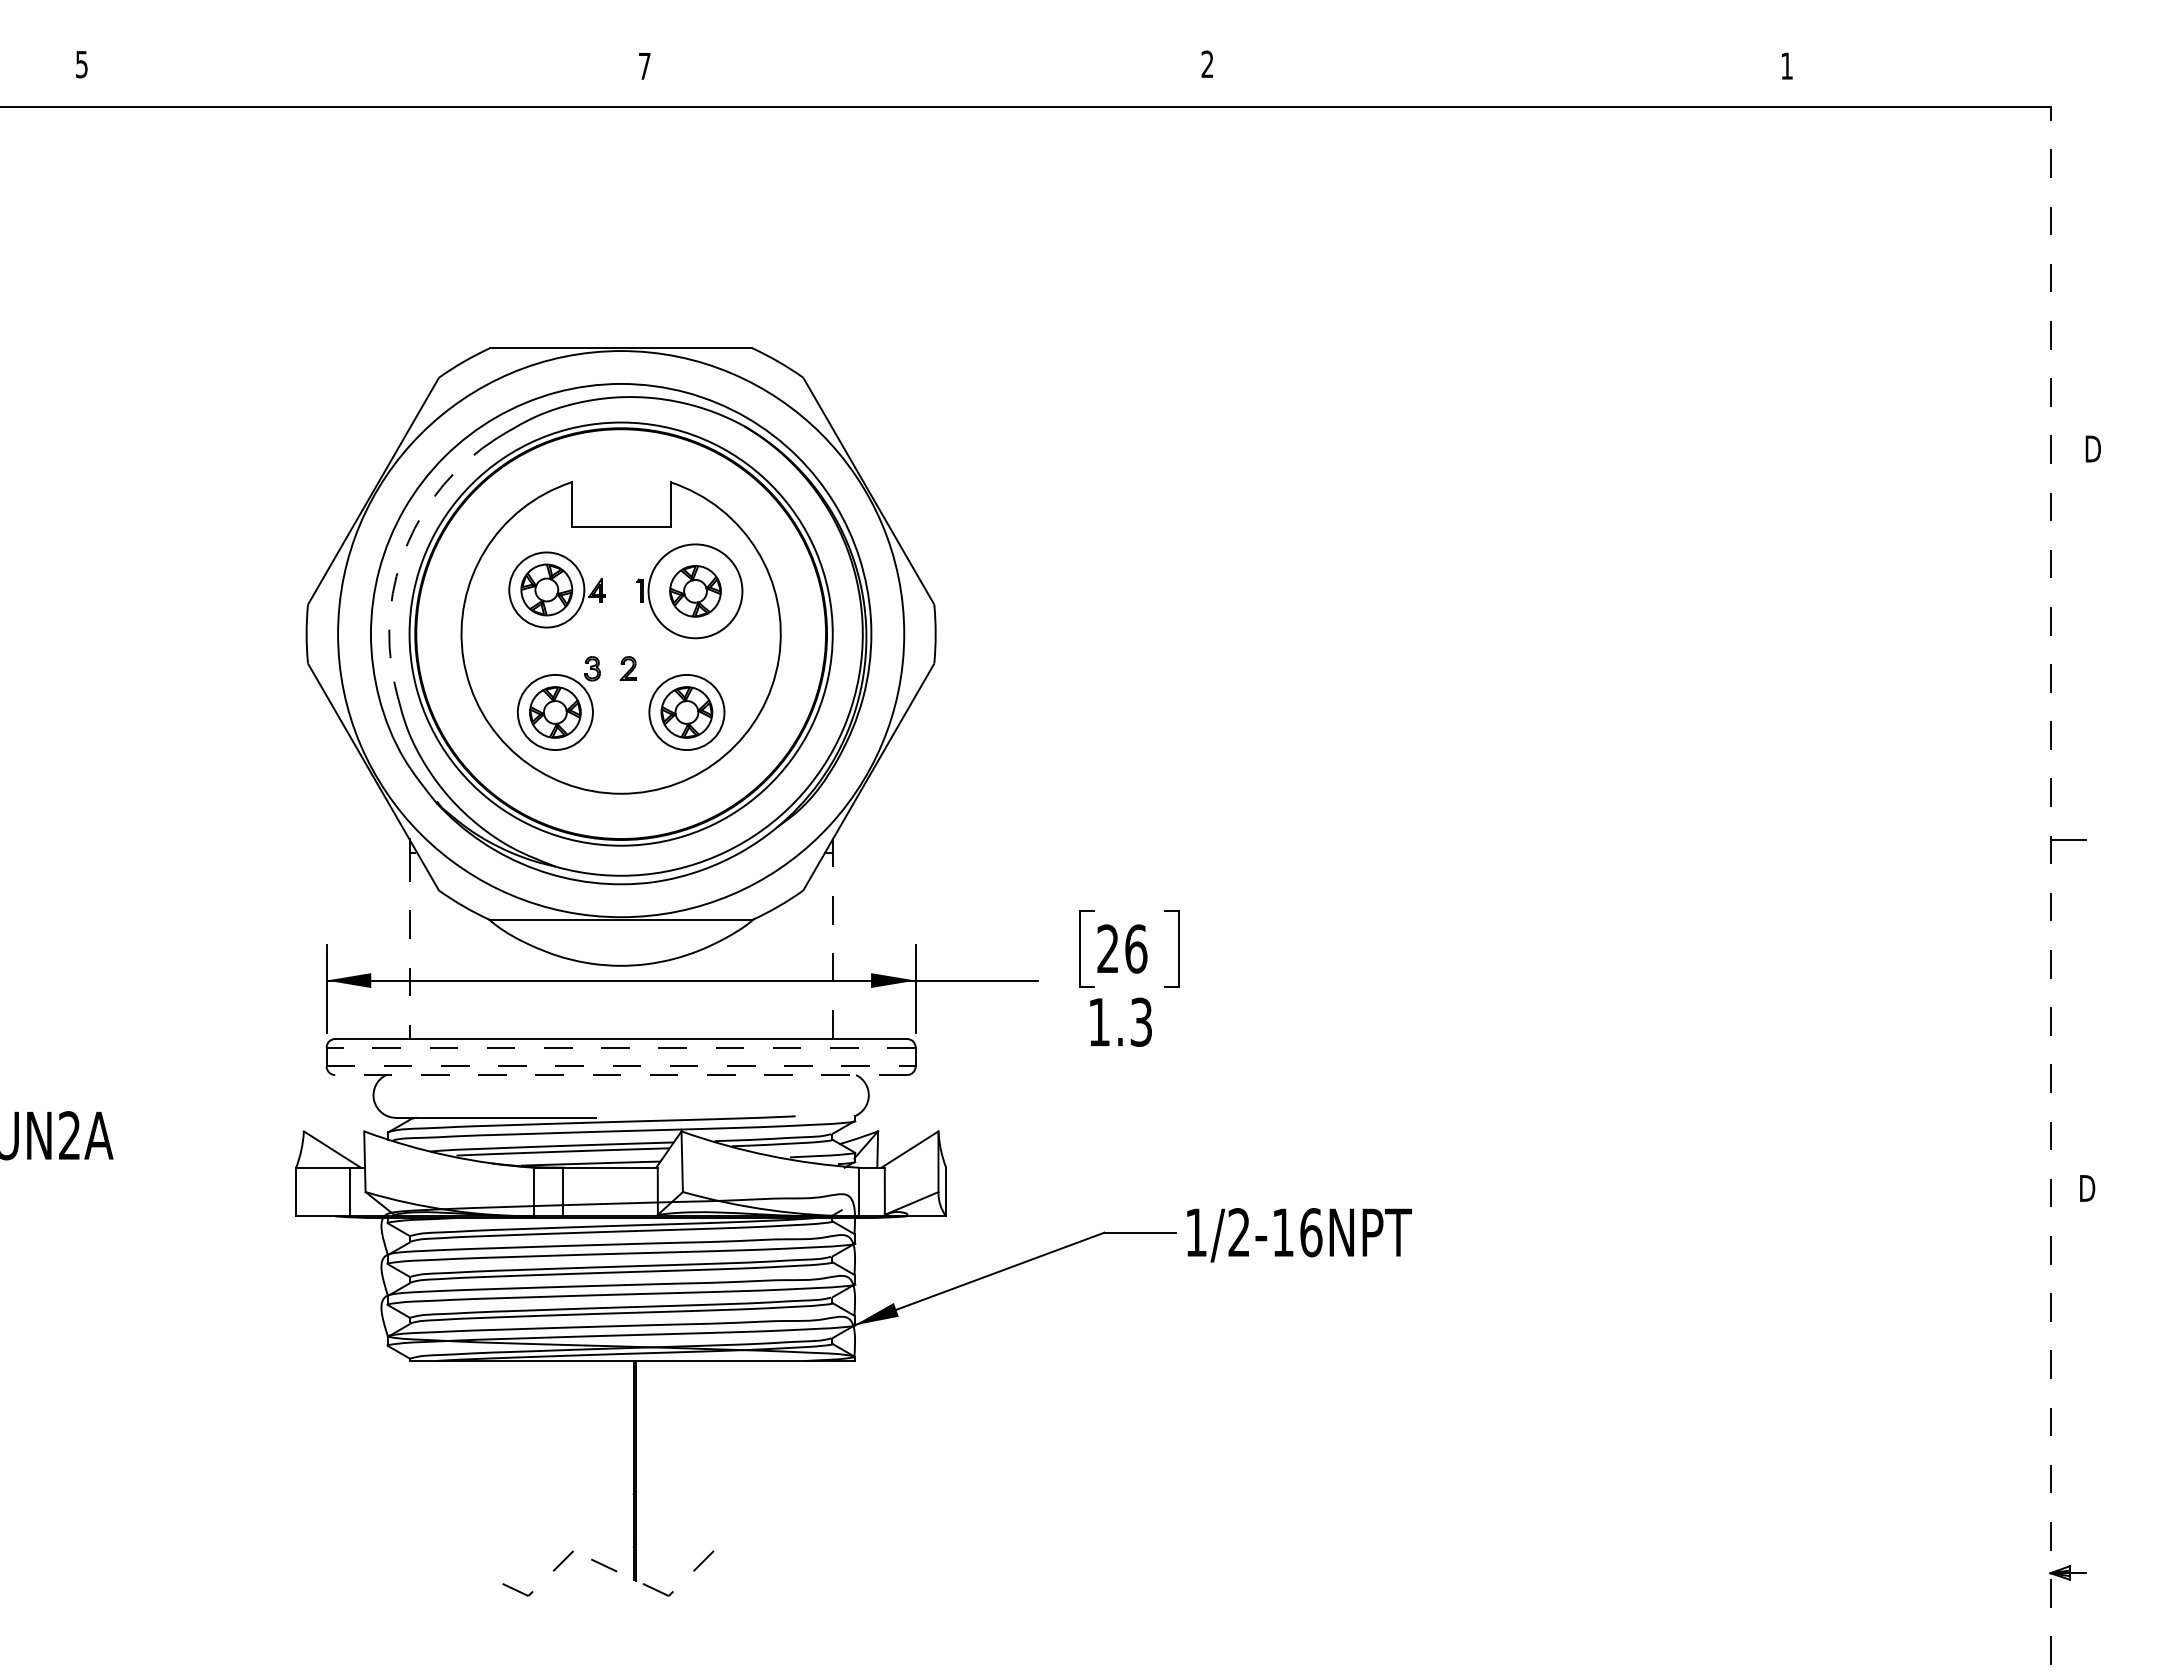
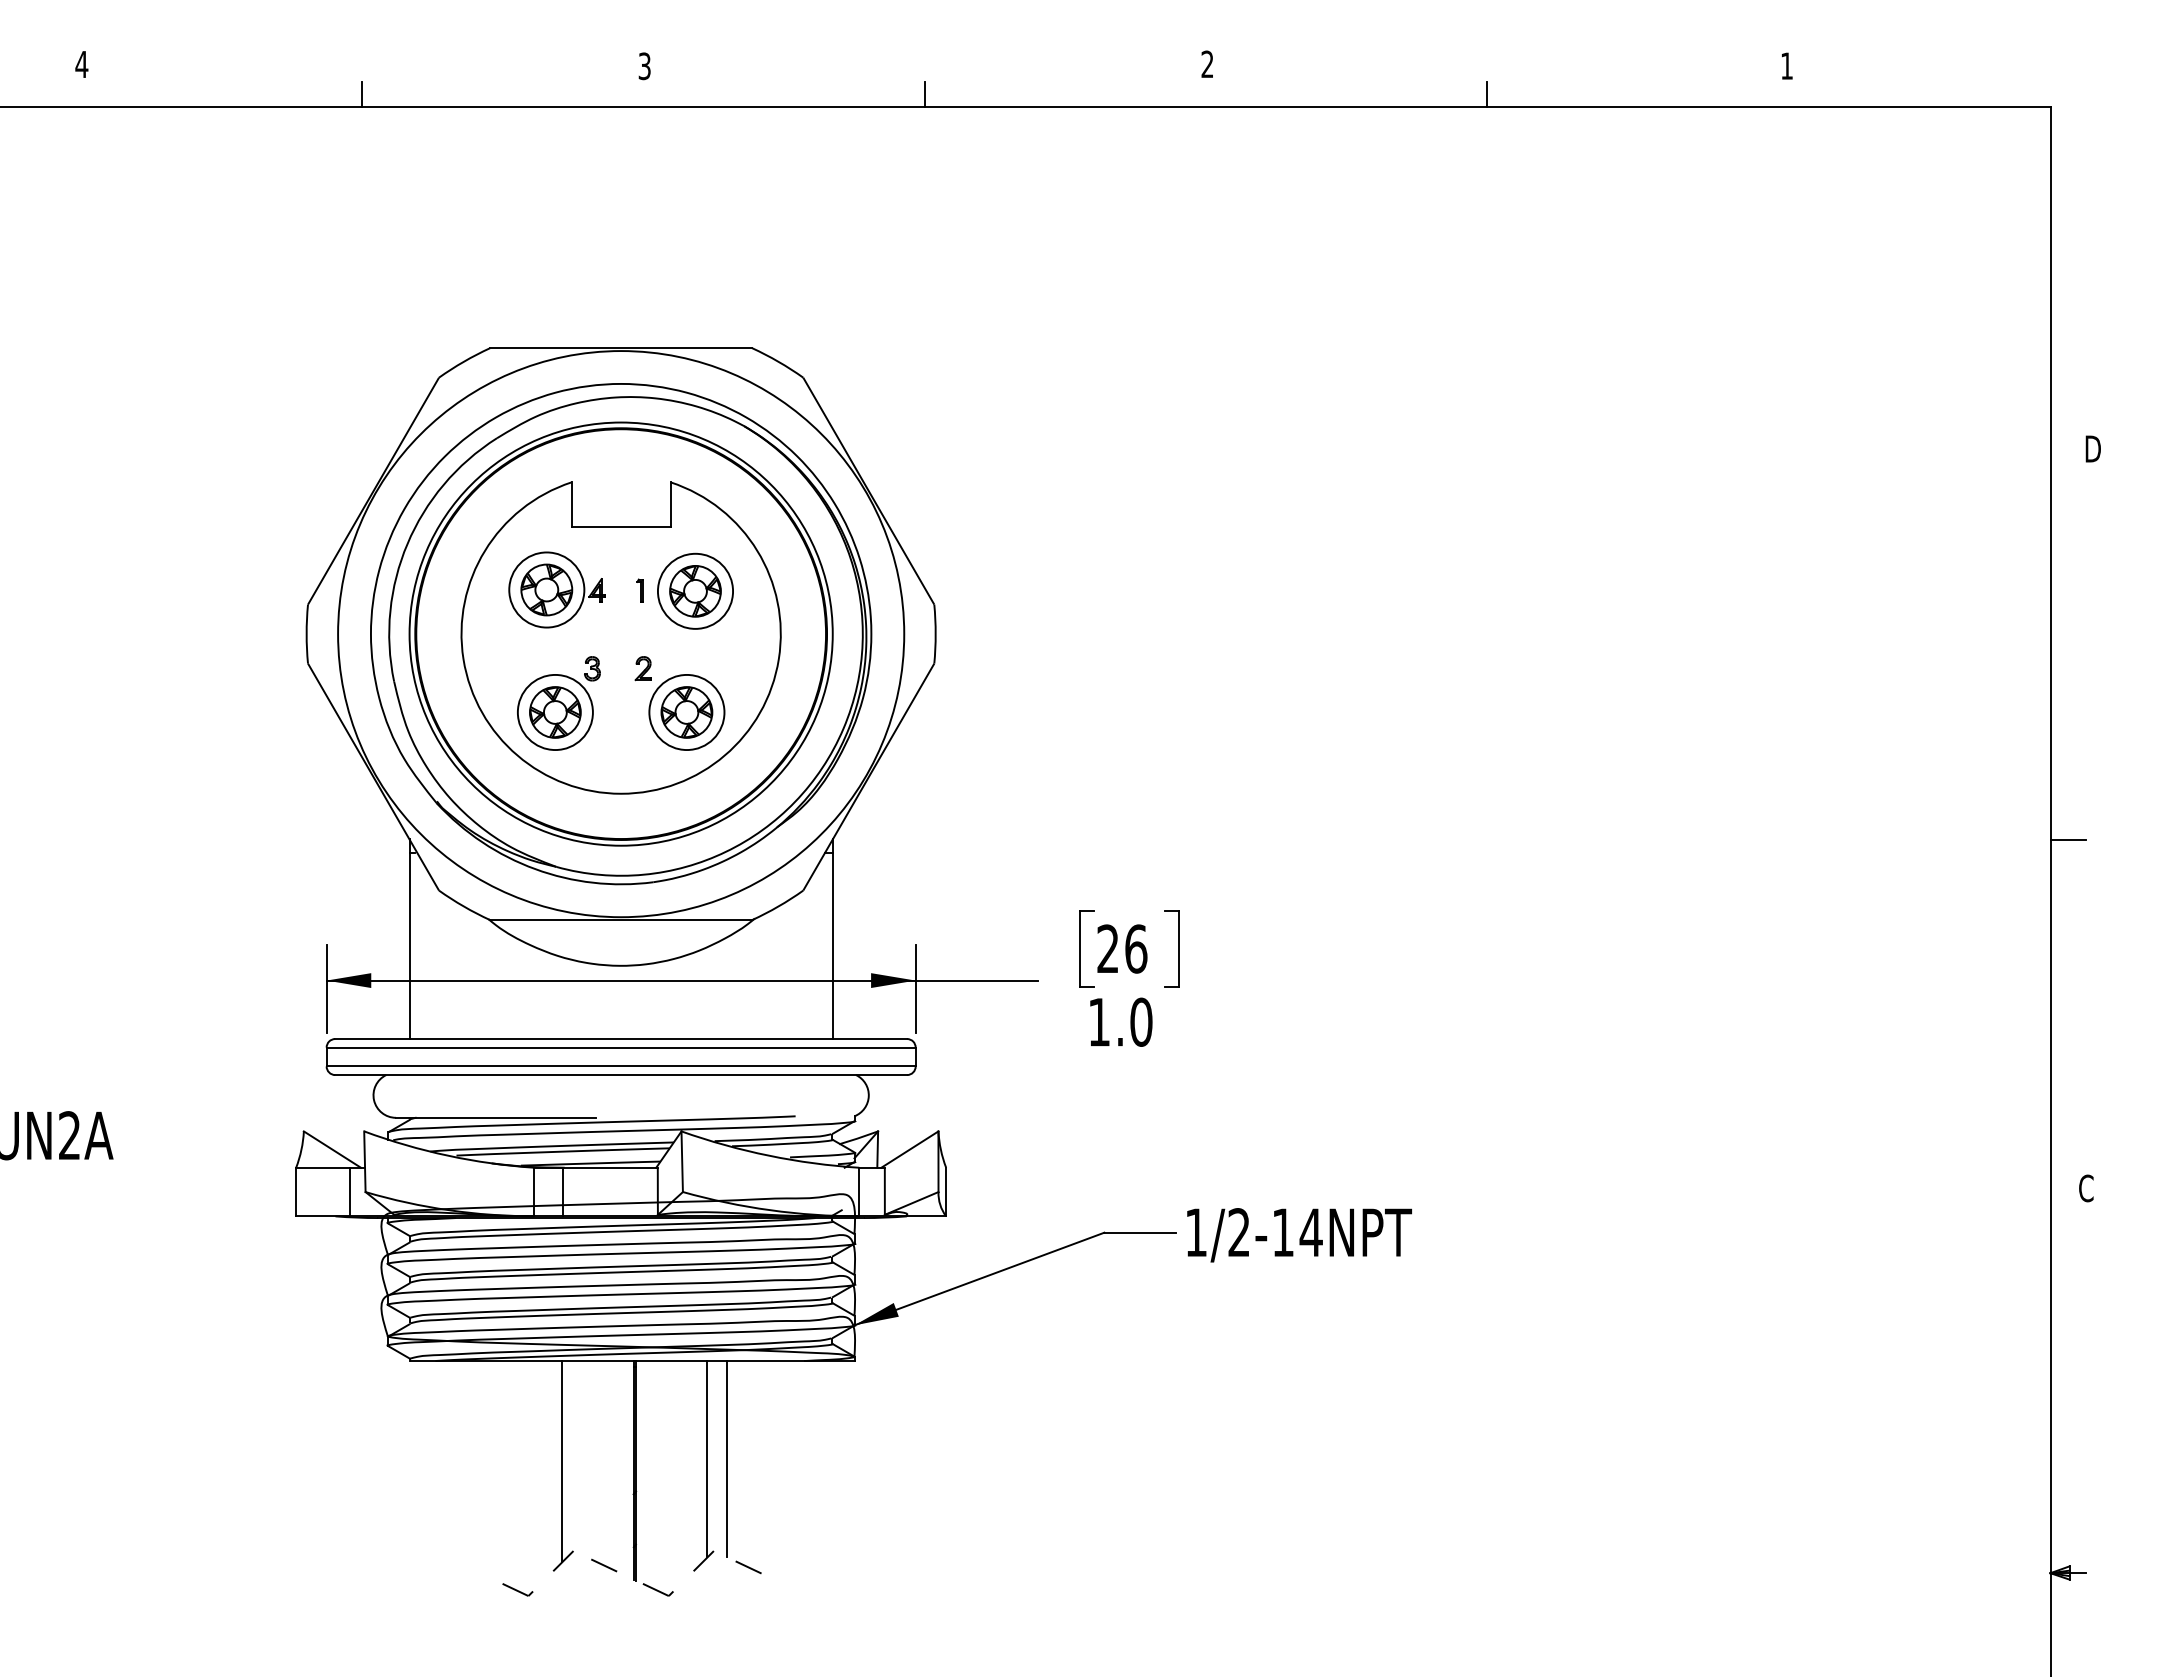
text at (81, 64): 5 -> 4
text at (644, 66): 7 -> 3
line at (361, 94): none -> present
line at (924, 94): none -> present
line at (1487, 94): none -> present
arc at (407, 543): dashed -> solid
circle at (695, 591) diameter: 94 px -> 75 px
part at (627, 668) position: (627, 668) -> (642, 668)
line at (2050, 891): dashed -> solid
line at (409, 946): dashed -> solid
line at (832, 946): dashed -> solid
text at (1141, 1021): 1.3 -> 1.0
line at (621, 1047): dashed -> solid
line at (621, 1066): dashed -> solid
line at (621, 1075): dashed -> solid
text at (2087, 1188): D -> C
text at (1310, 1232): 1/2-16NPT -> 1/2-14NPT
line at (707, 1459): none -> present
line at (726, 1459): none -> present
line at (562, 1461): none -> present
line at (748, 1567): none -> present
